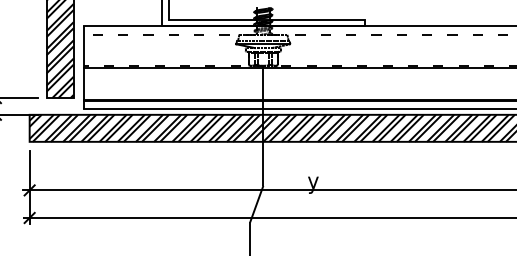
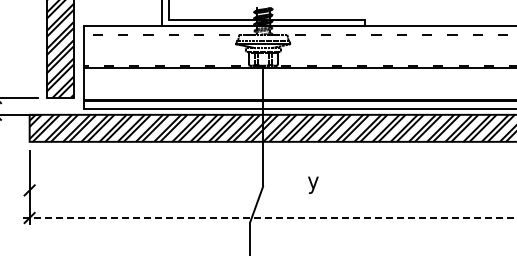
line at (267, 190): present -> none
line at (269, 217): solid -> dashed
